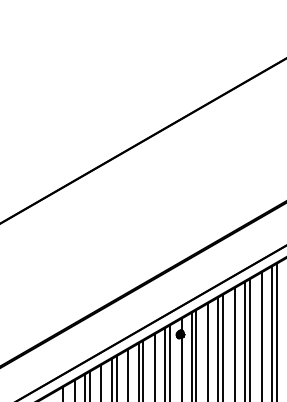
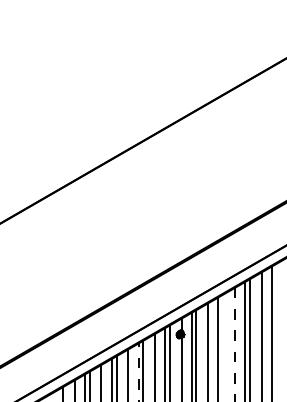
line at (276, 330): present -> none
line at (234, 344): solid -> dashed
line at (223, 346): present -> none
line at (138, 372): solid -> dashed
